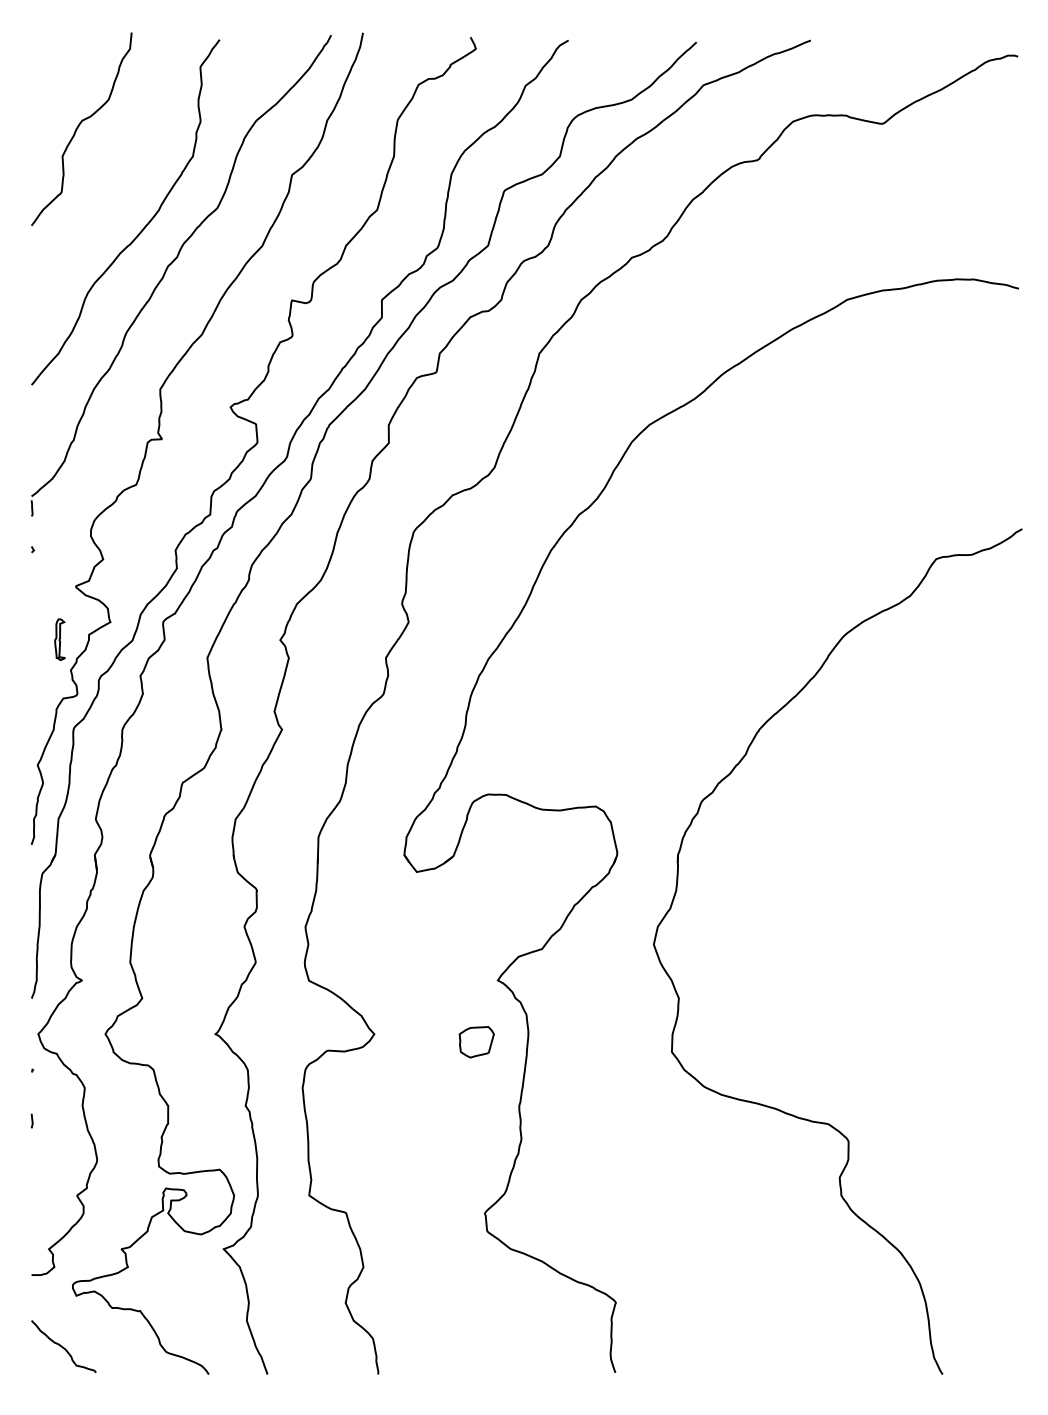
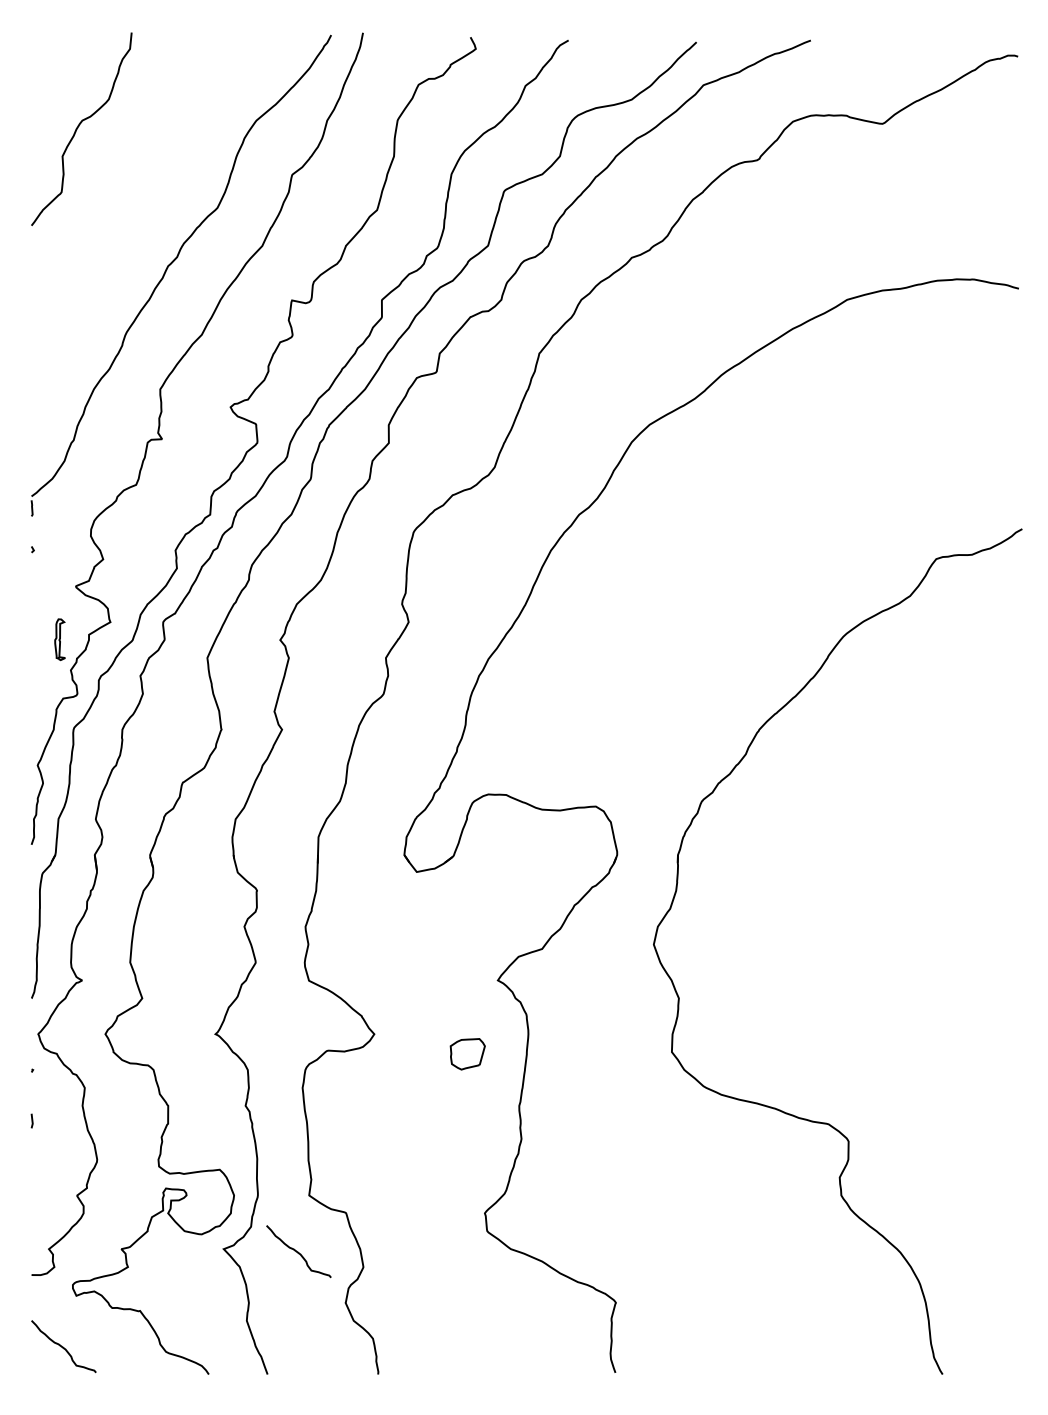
curve at (142, 228): present -> none
part at (476, 1042) position: (476, 1042) -> (467, 1054)
curve at (298, 1251): none -> present
